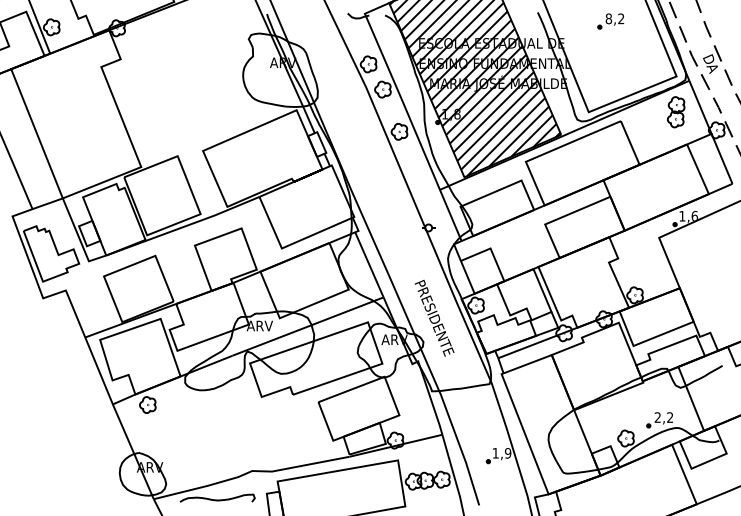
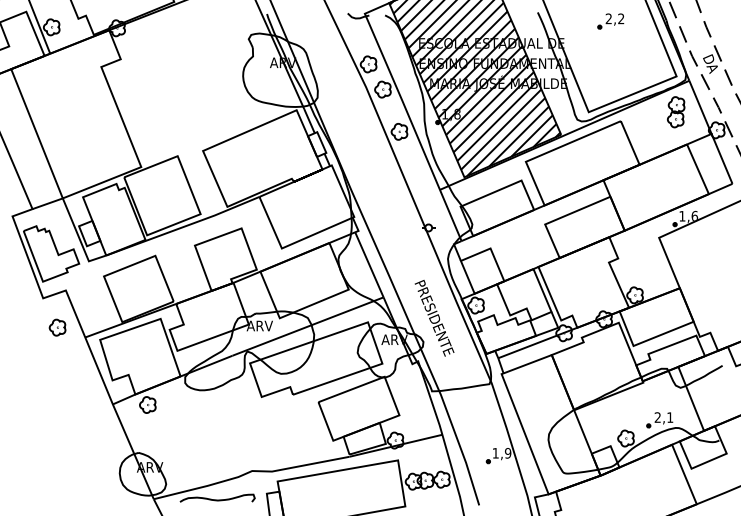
text at (608, 18): 8,2 -> 2,2
part at (57, 327): none -> present
text at (669, 417): 2,2 -> 2,1
